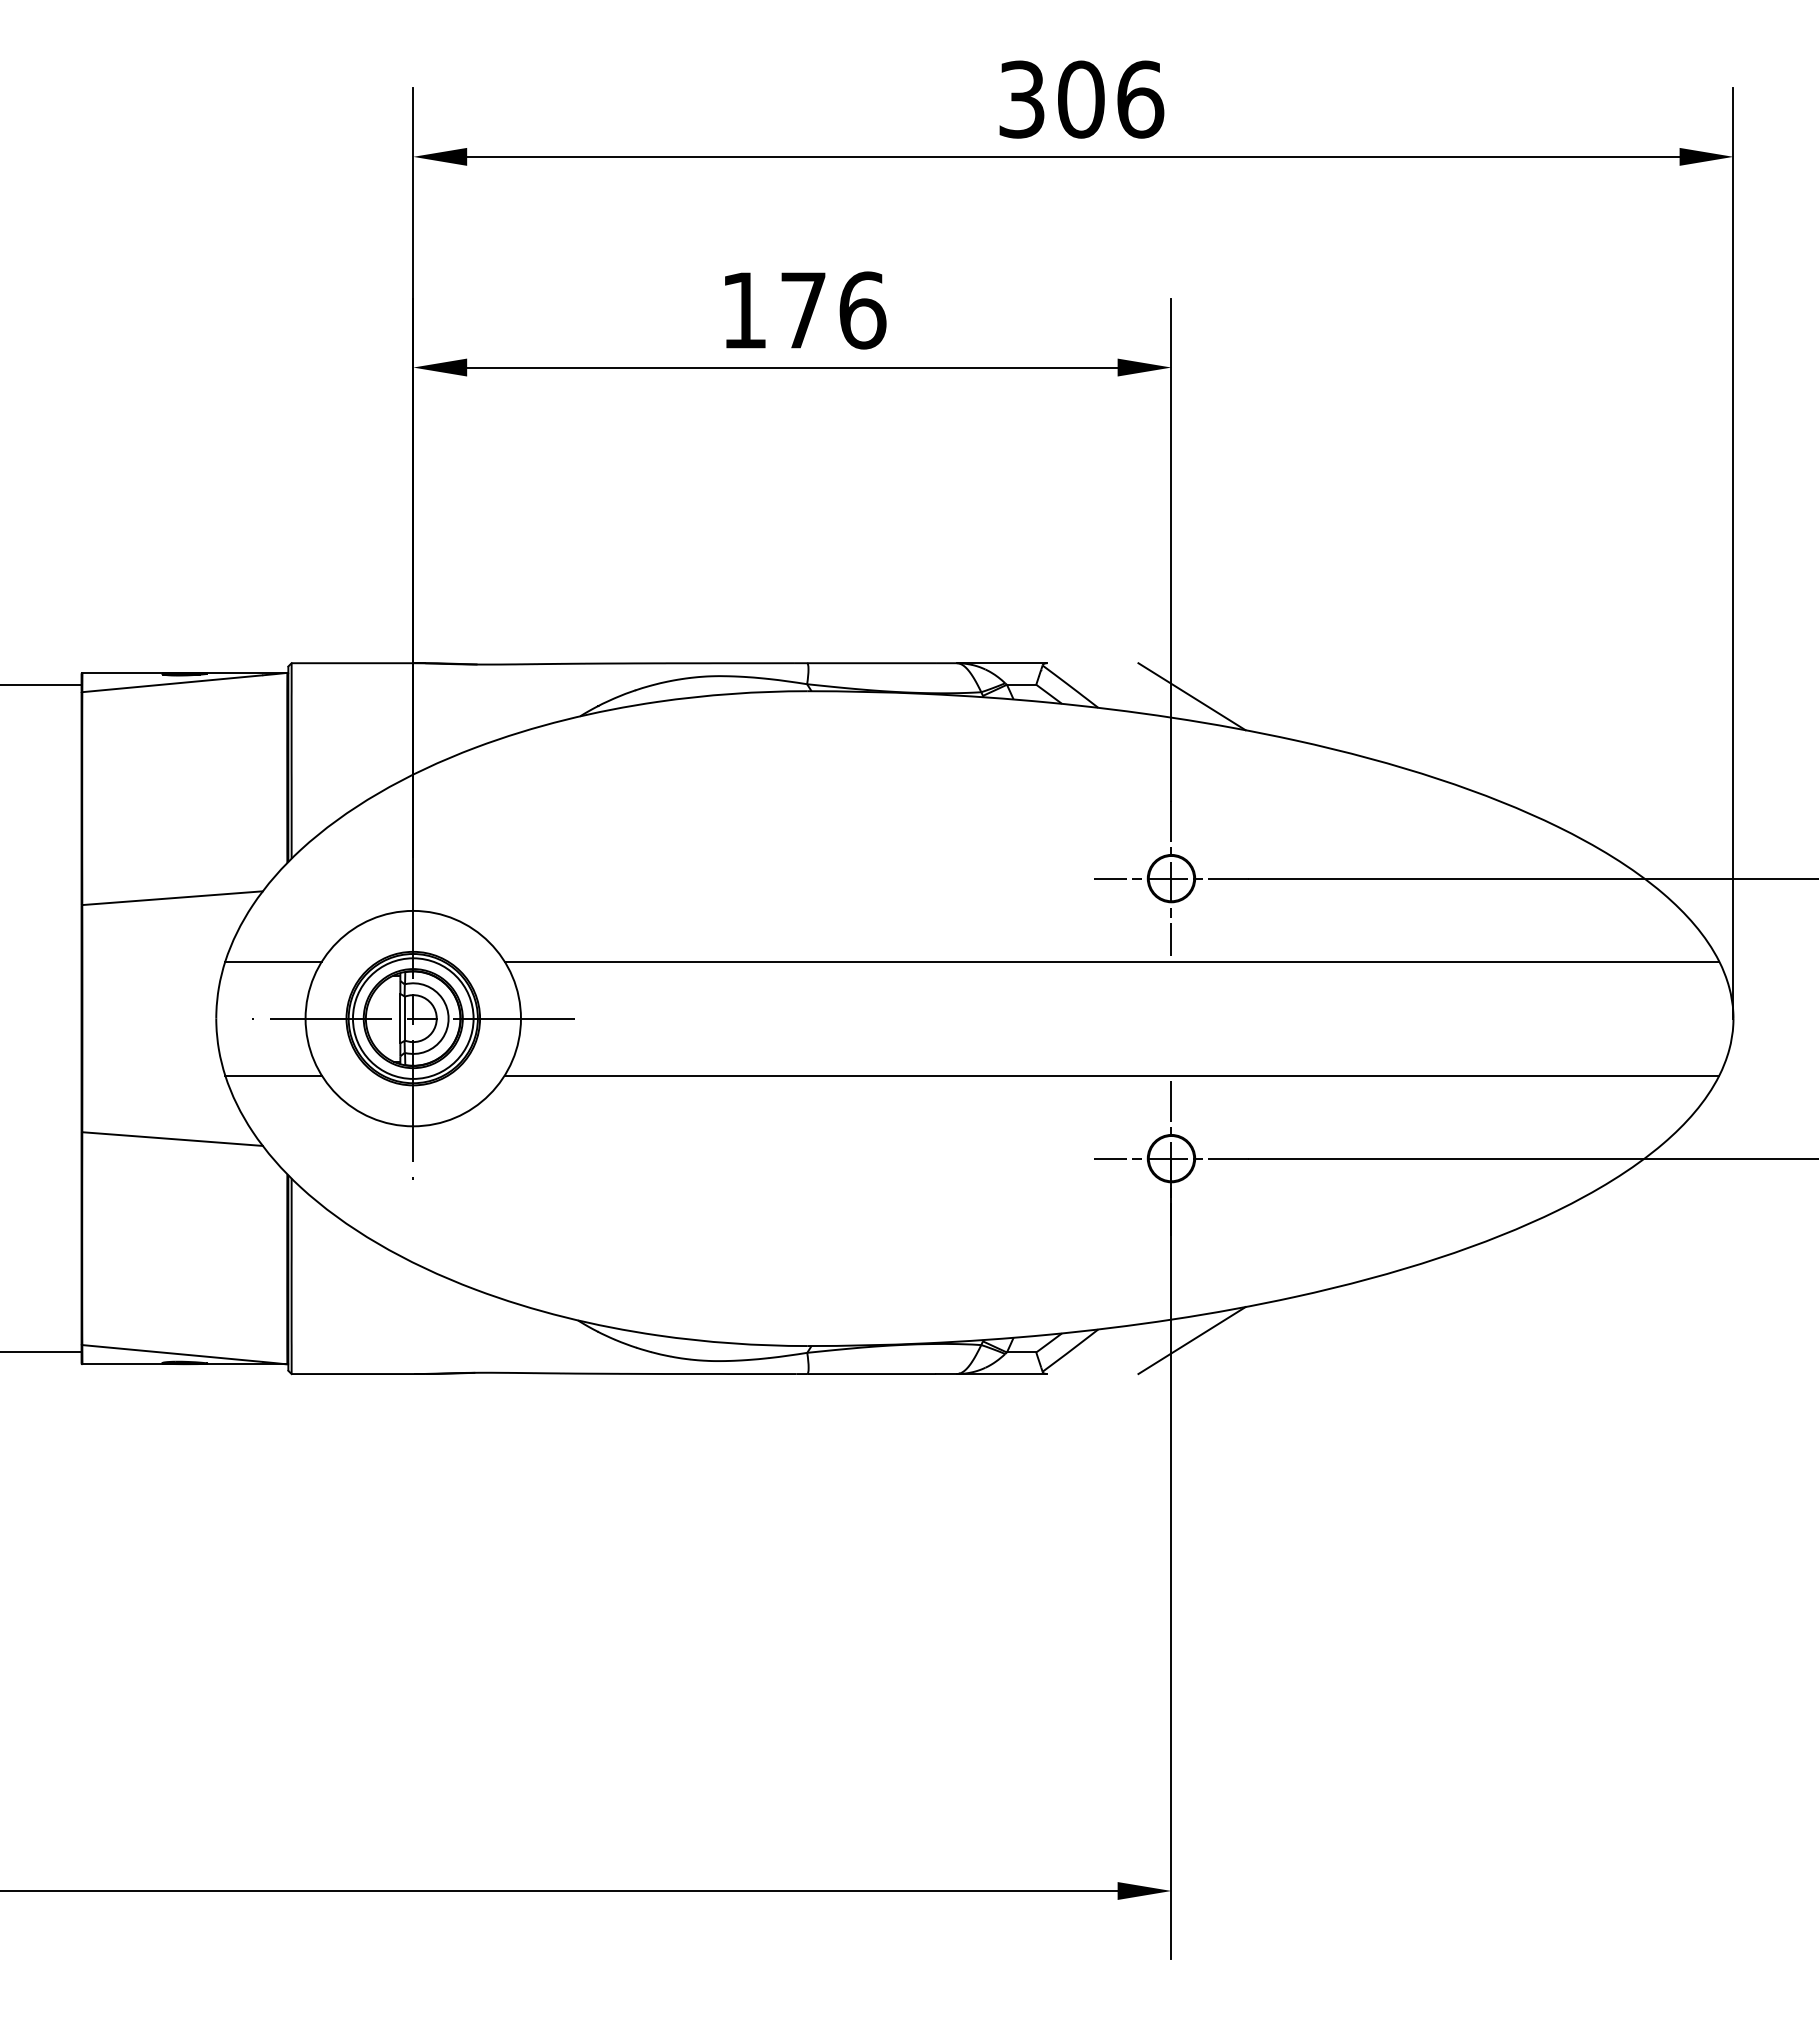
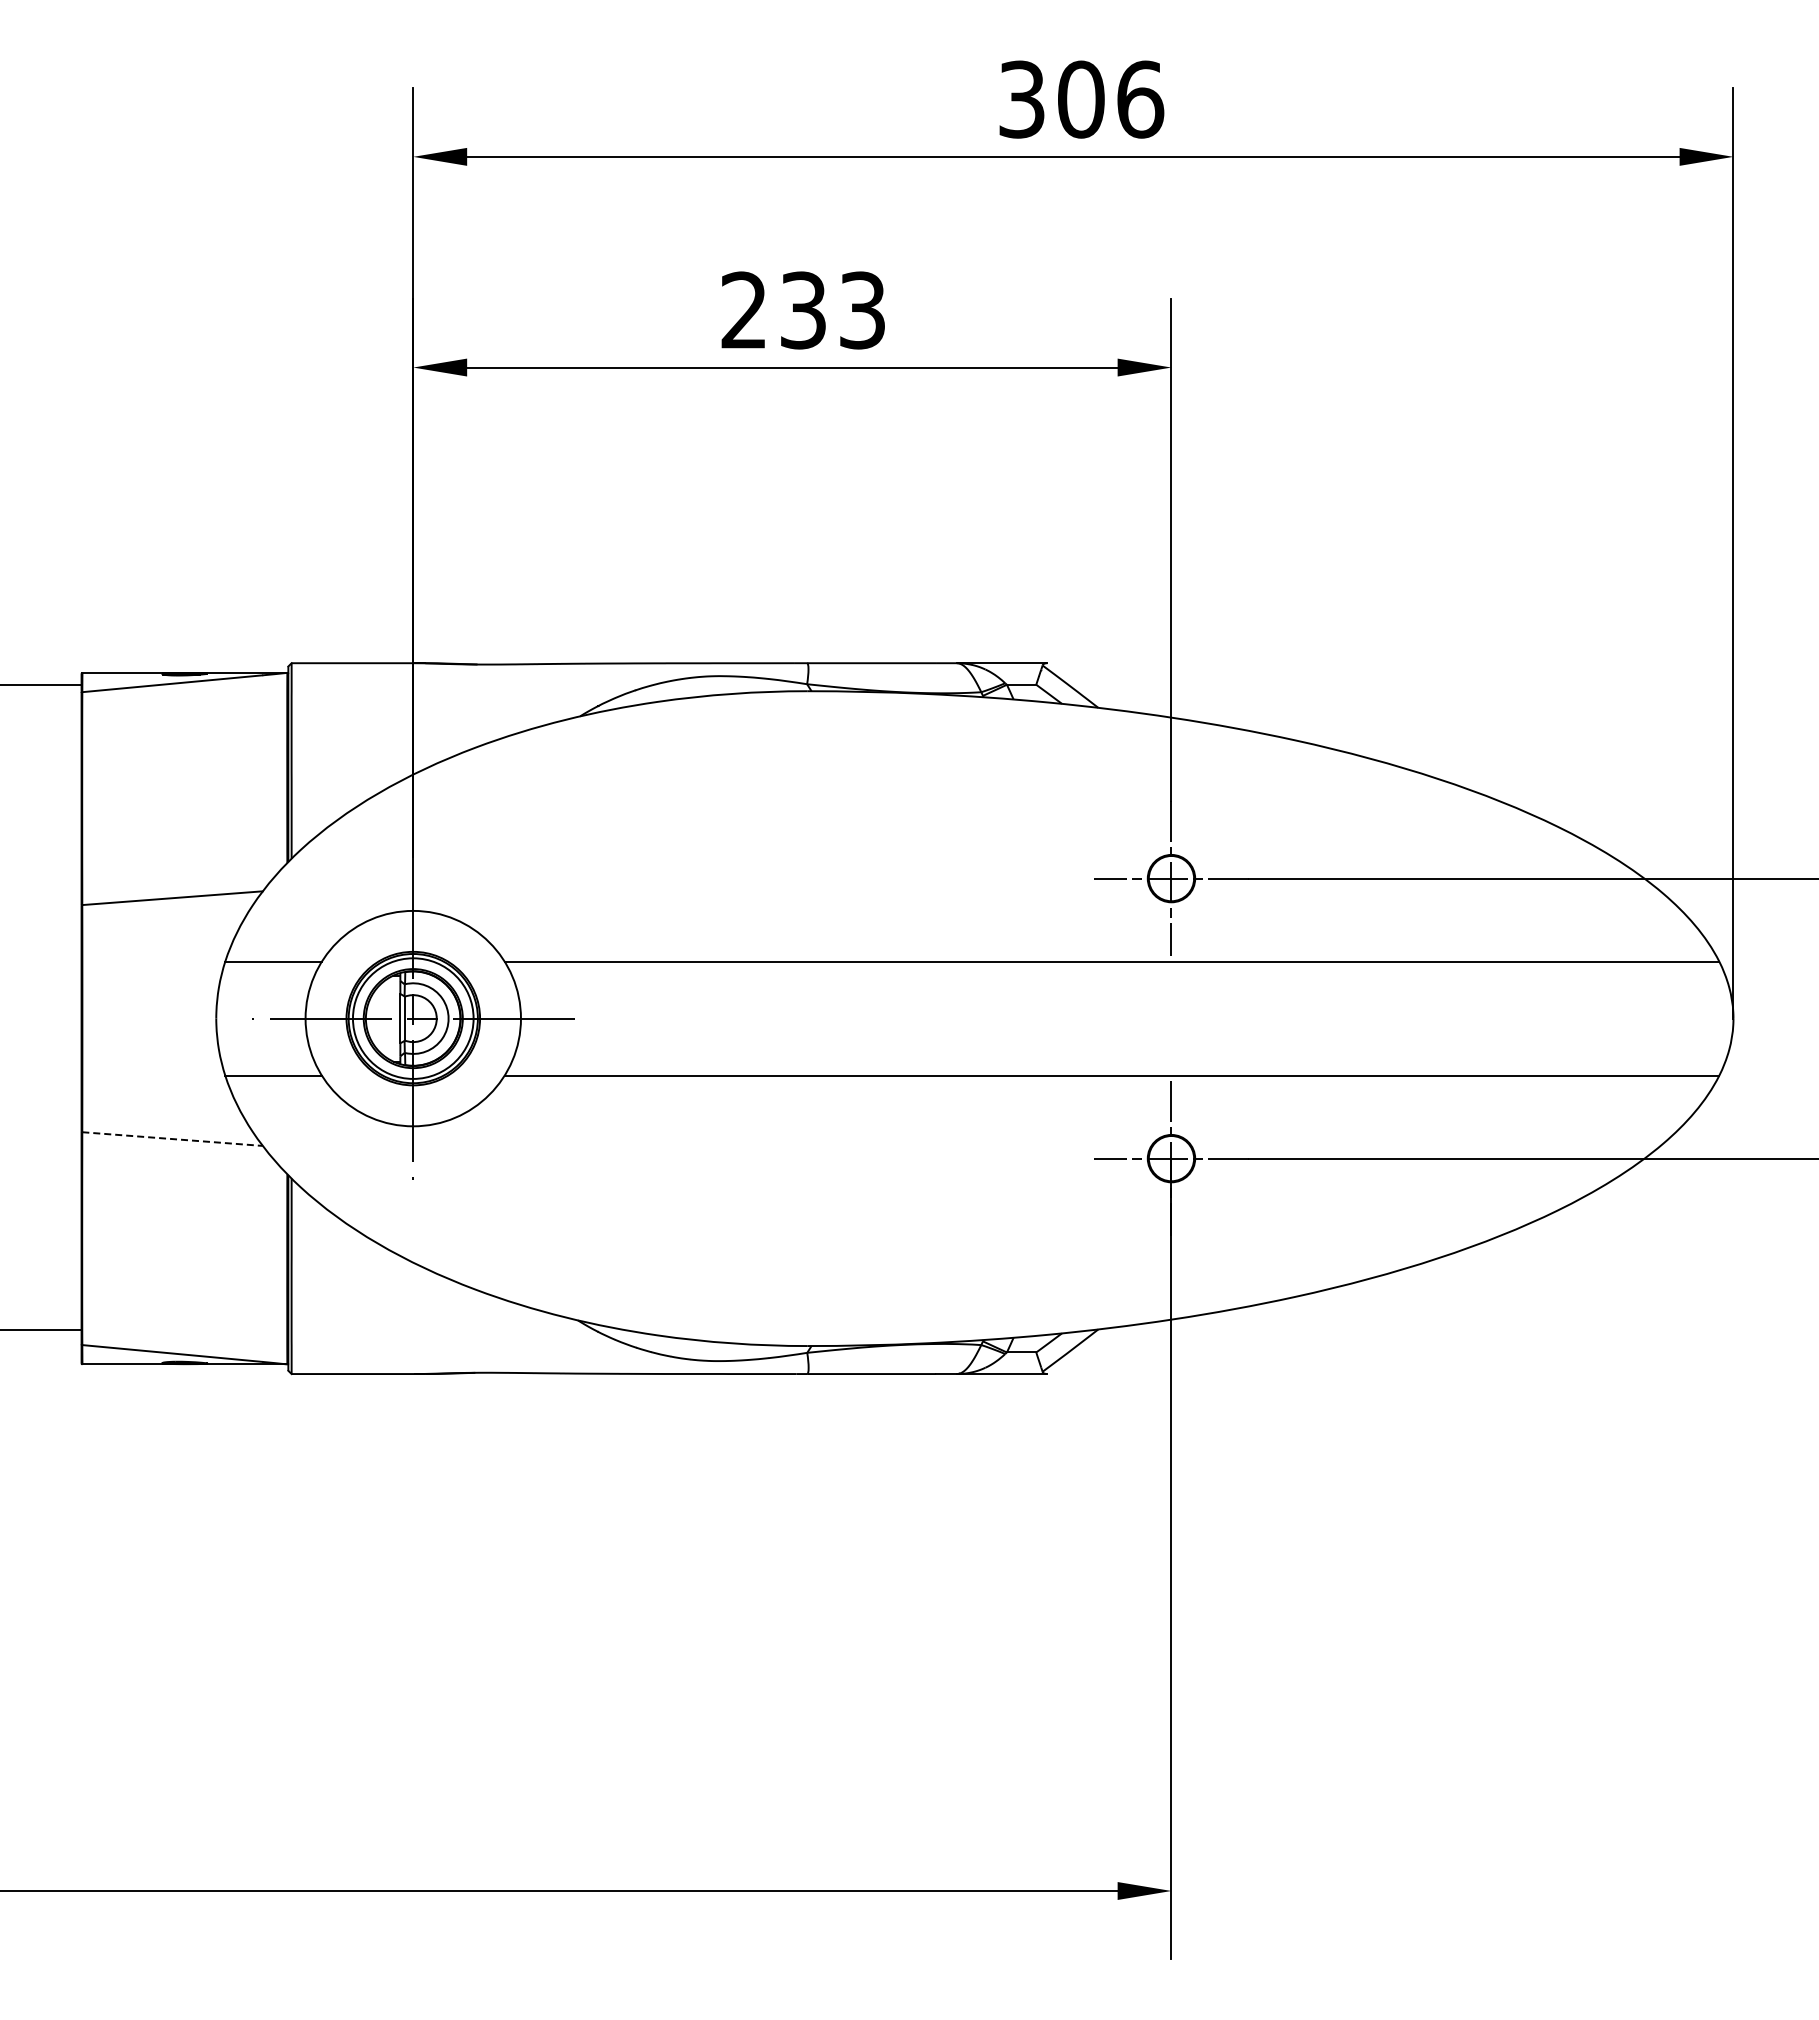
text at (803, 310): 176 -> 233
line at (1191, 696): present -> none
line at (173, 1139): solid -> dashed
line at (1191, 1340): present -> none
line at (41, 1351) position: (41, 1351) -> (41, 1329)
